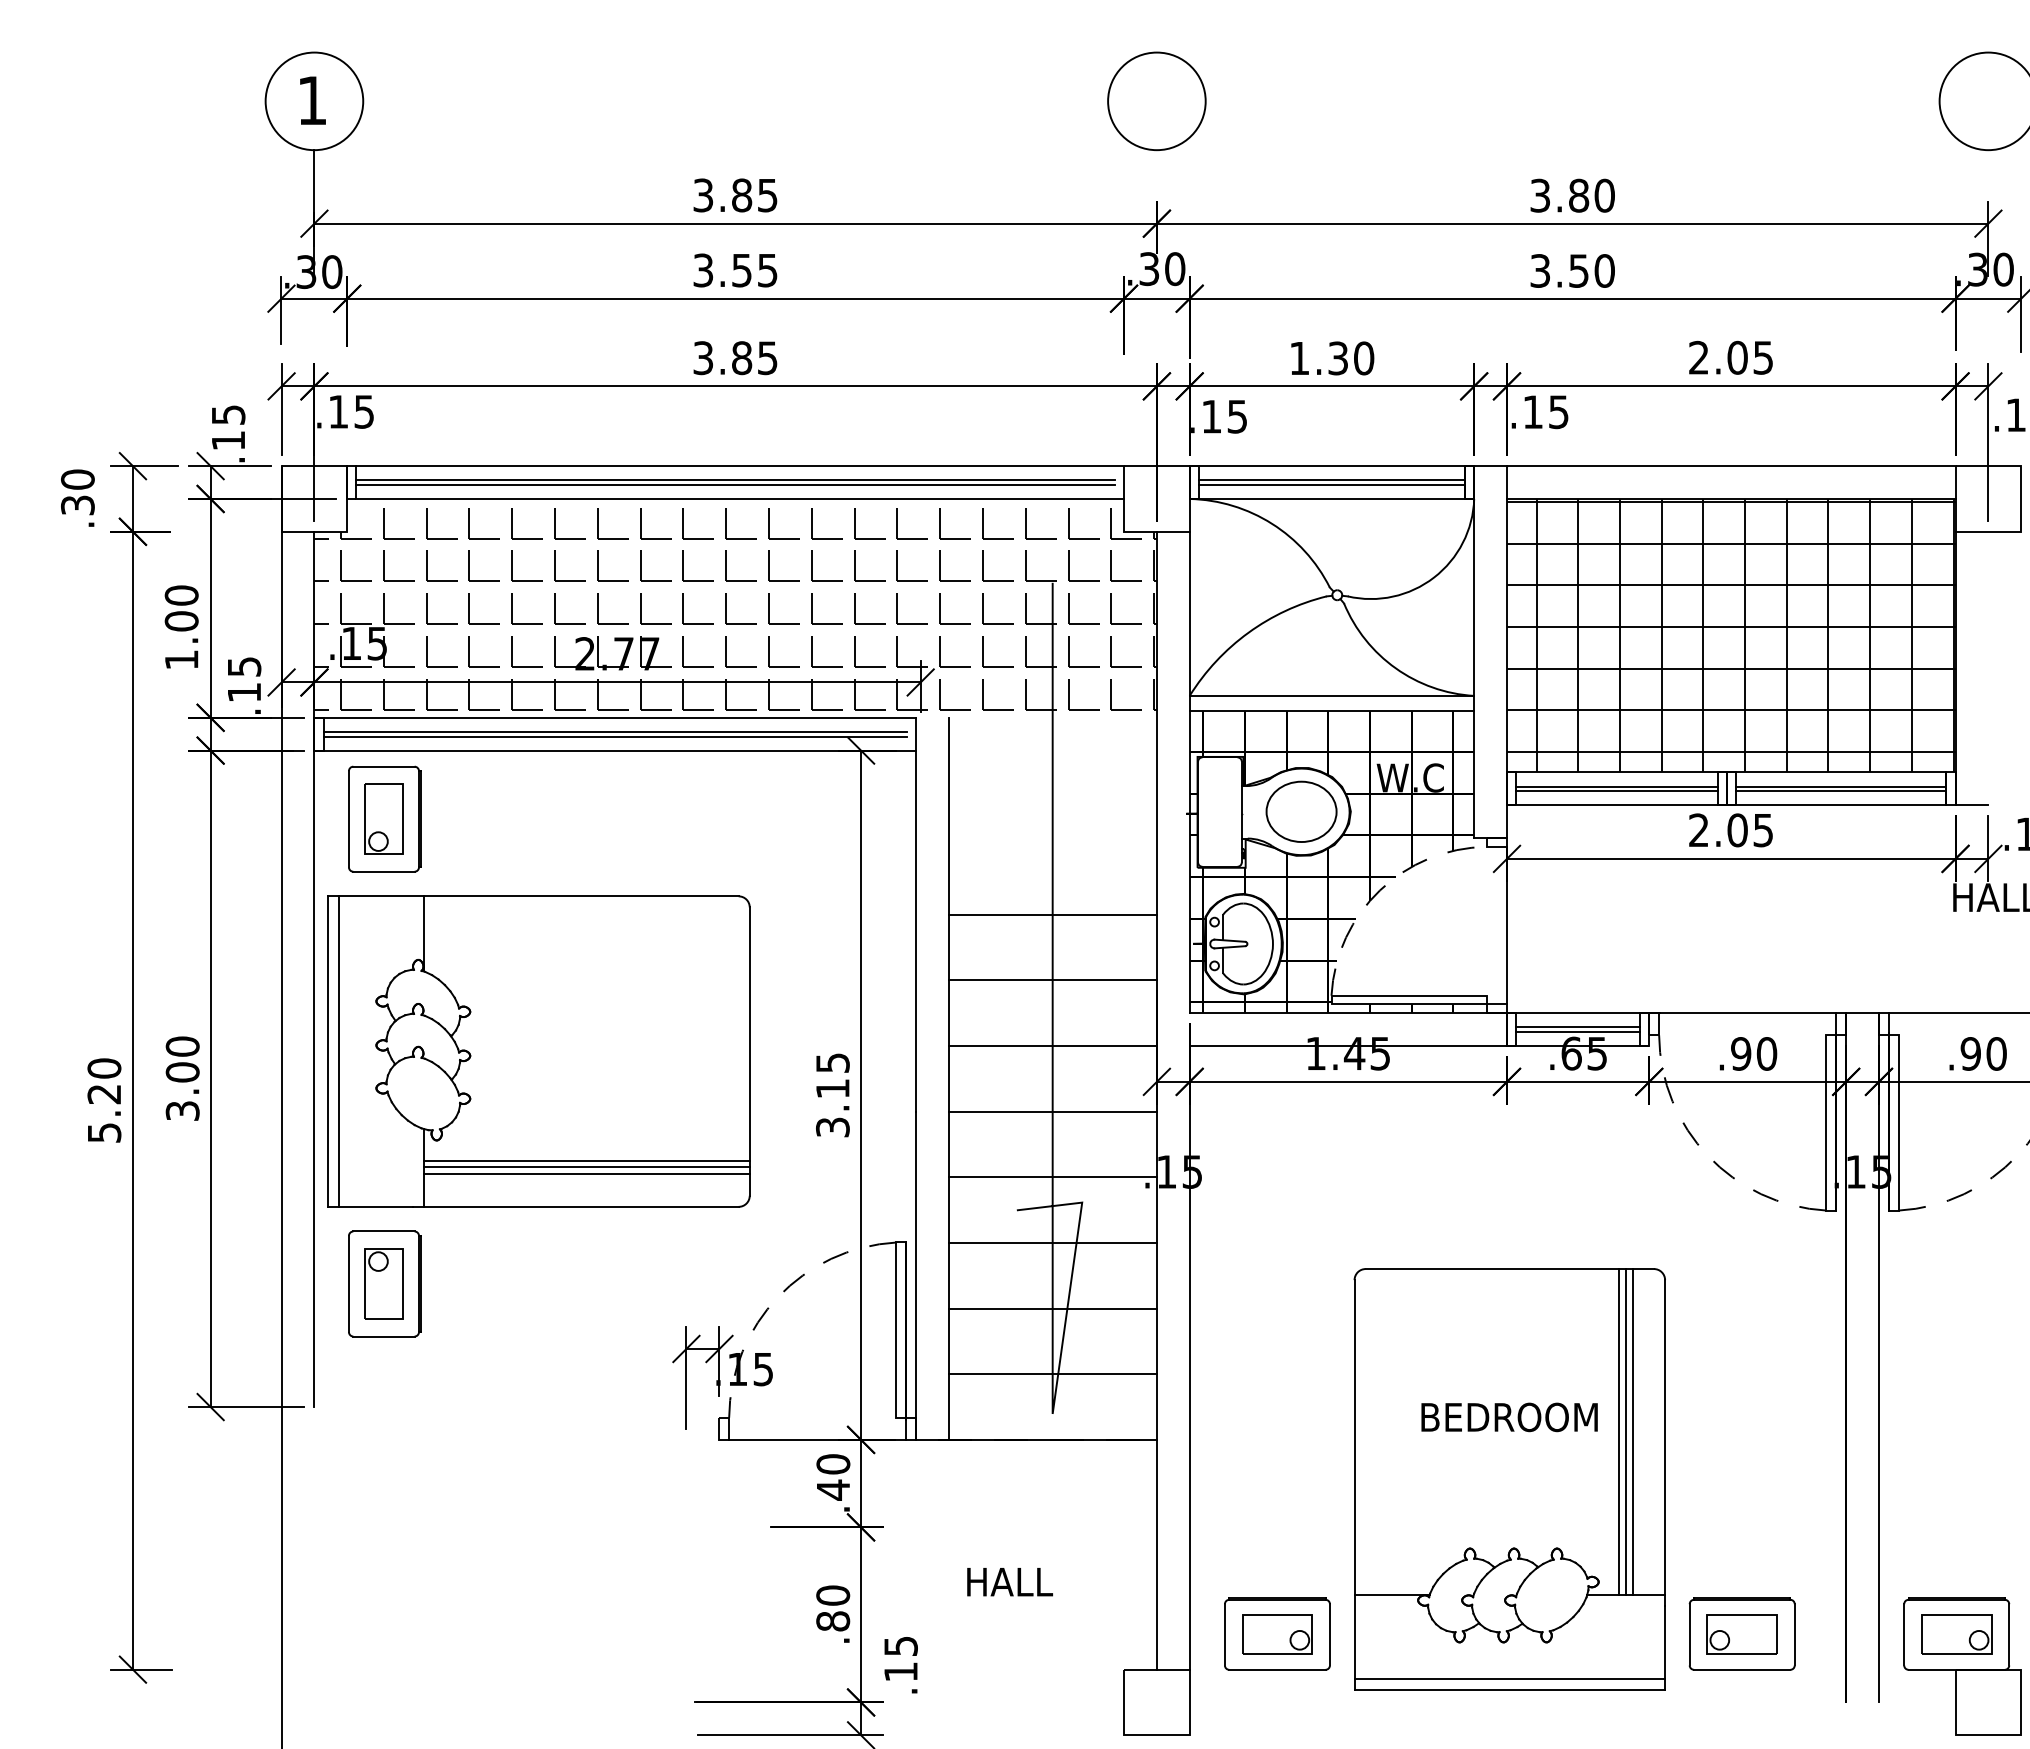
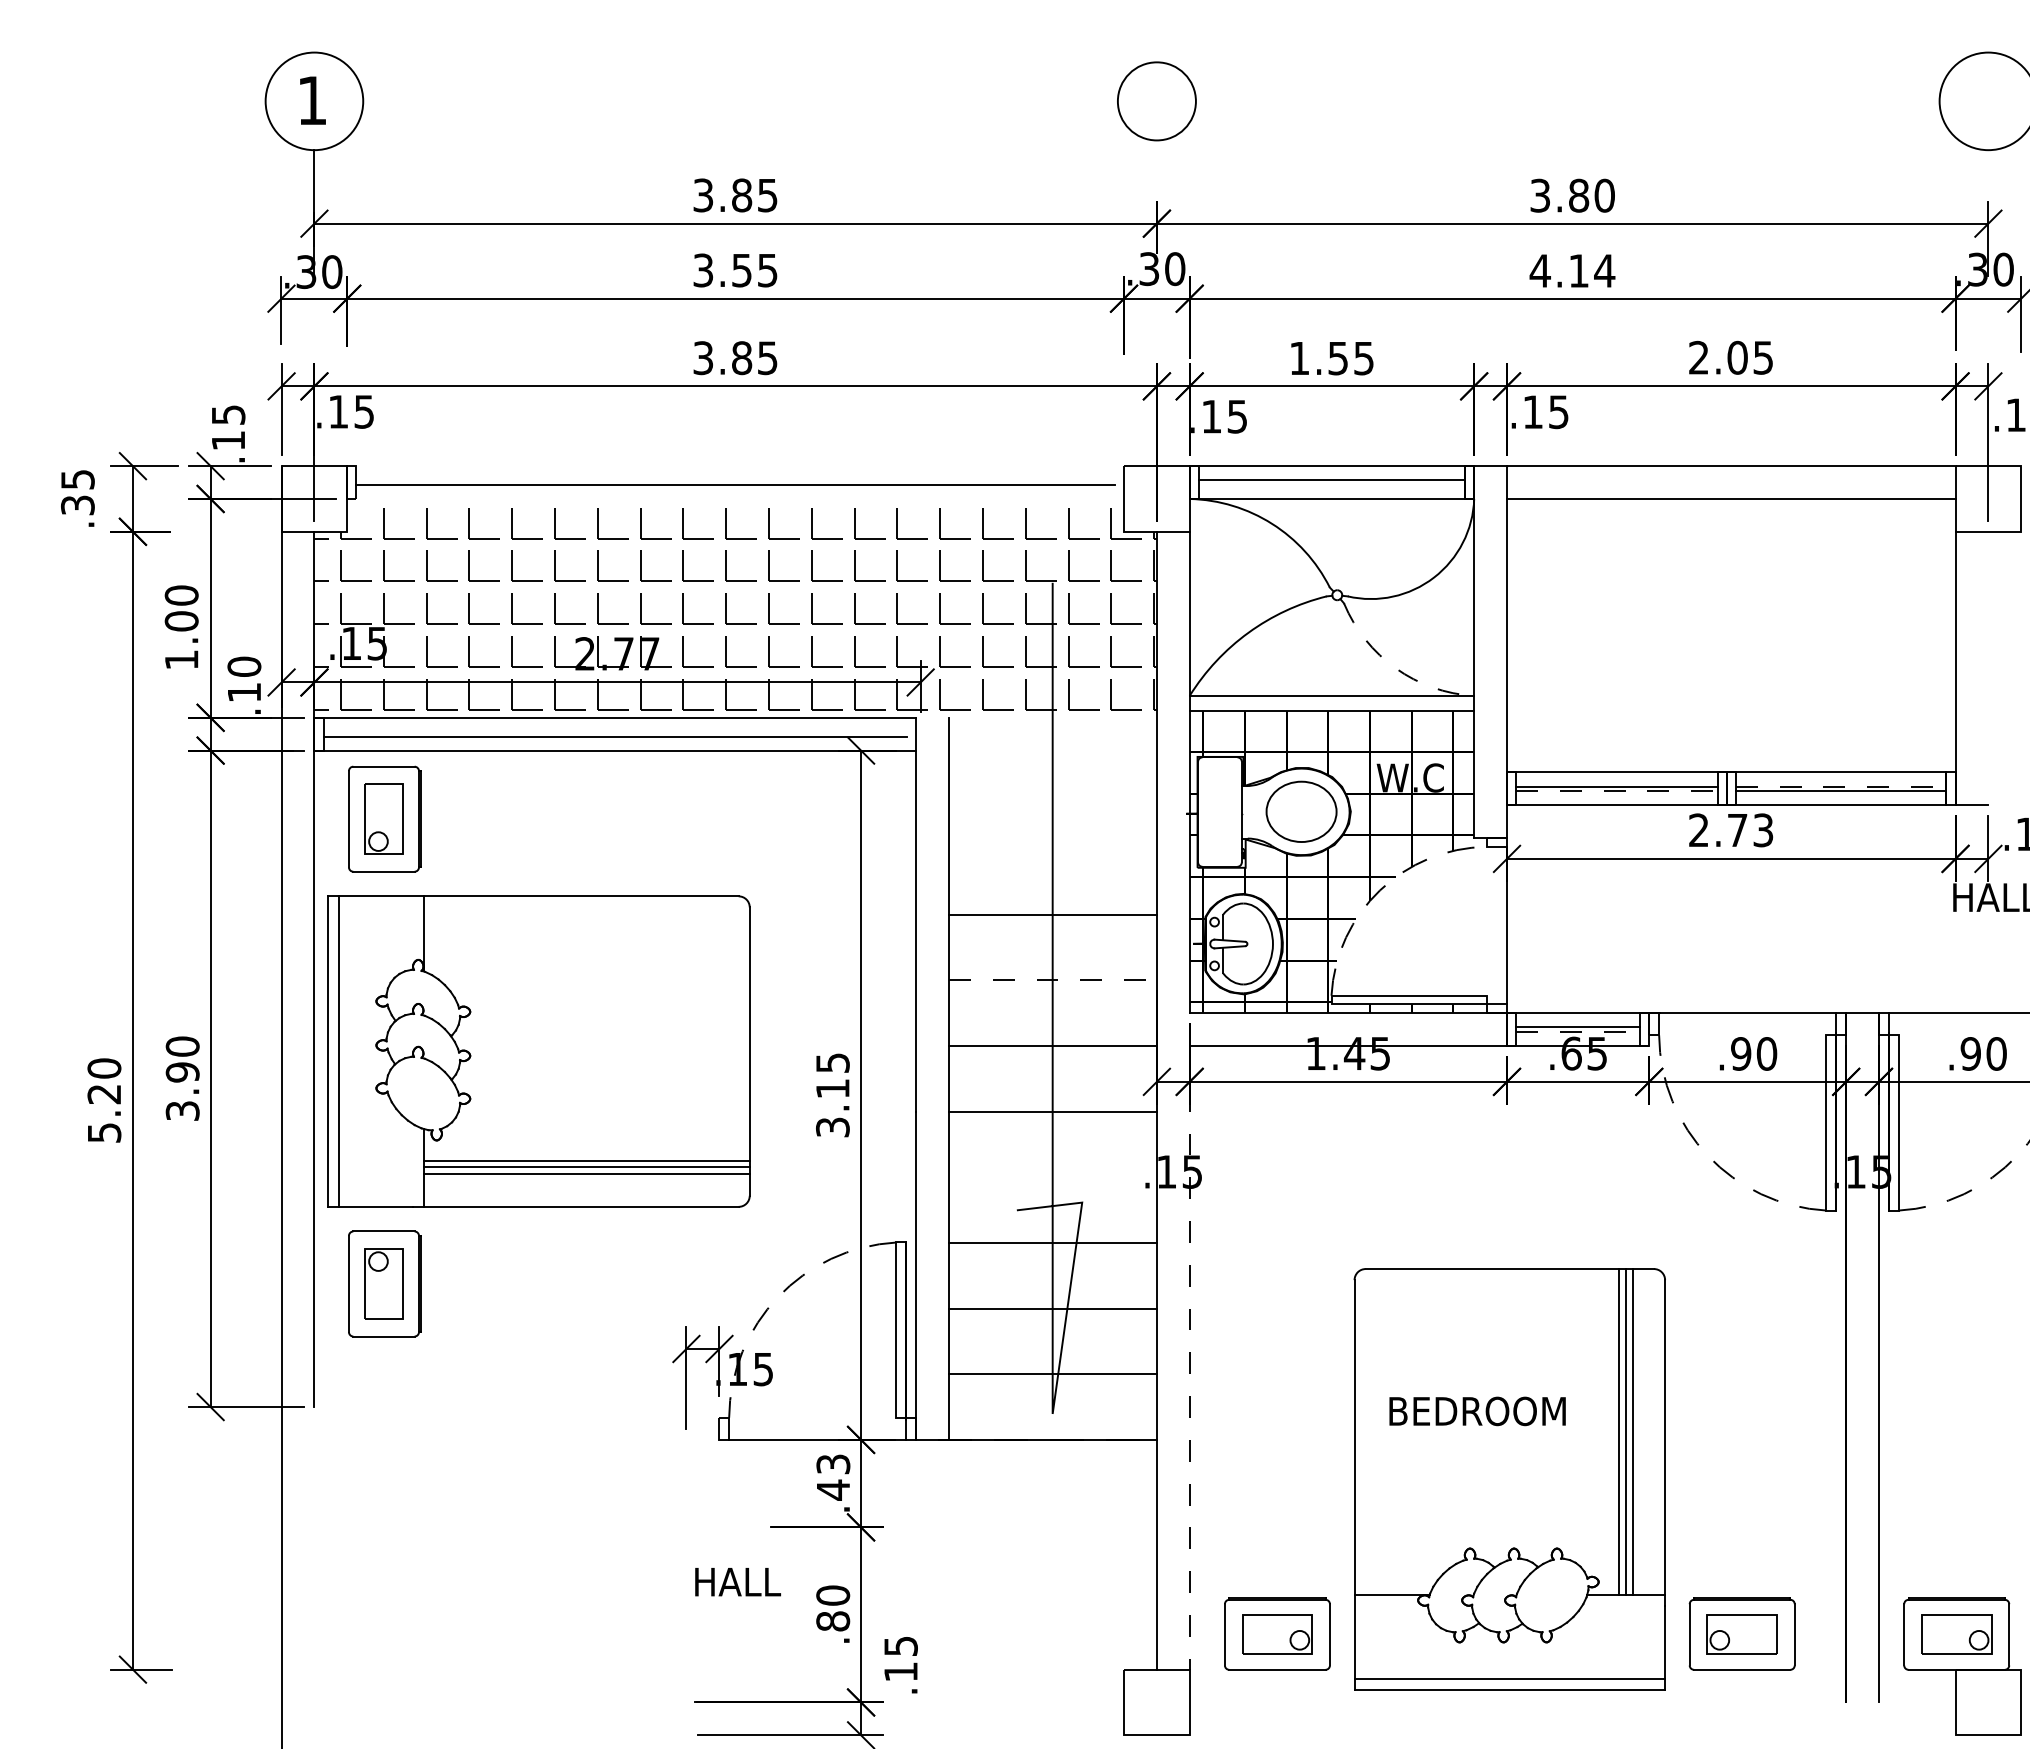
circle at (1156, 101) size: 100x101 px -> 80x81 px
text at (1572, 270): 3.50 -> 4.14
text at (1351, 358): 1.30 -> 1.55
line at (740, 466): present -> none
text at (77, 479): .30 -> .35
line at (735, 480): present -> none
line at (1331, 485): present -> none
line at (740, 498): present -> none
hatch at (1731, 635): present -> none
text at (244, 666): .15 -> .10
arc at (1395, 668): solid -> dashed
line at (615, 732): present -> none
line at (1841, 786): solid -> dashed
line at (1616, 791): solid -> dashed
text at (1750, 830): 2.05 -> 2.73
line at (1052, 980): solid -> dashed
line at (1578, 1032): solid -> dashed
text at (182, 1072): 3.00 -> 3.90
line at (1052, 1177): present -> none
line at (1189, 1357): solid -> dashed
text at (1509, 1417) position: (1509, 1417) -> (1477, 1411)
text at (833, 1464): .40 -> .43
text at (1009, 1582) position: (1009, 1582) -> (737, 1582)
